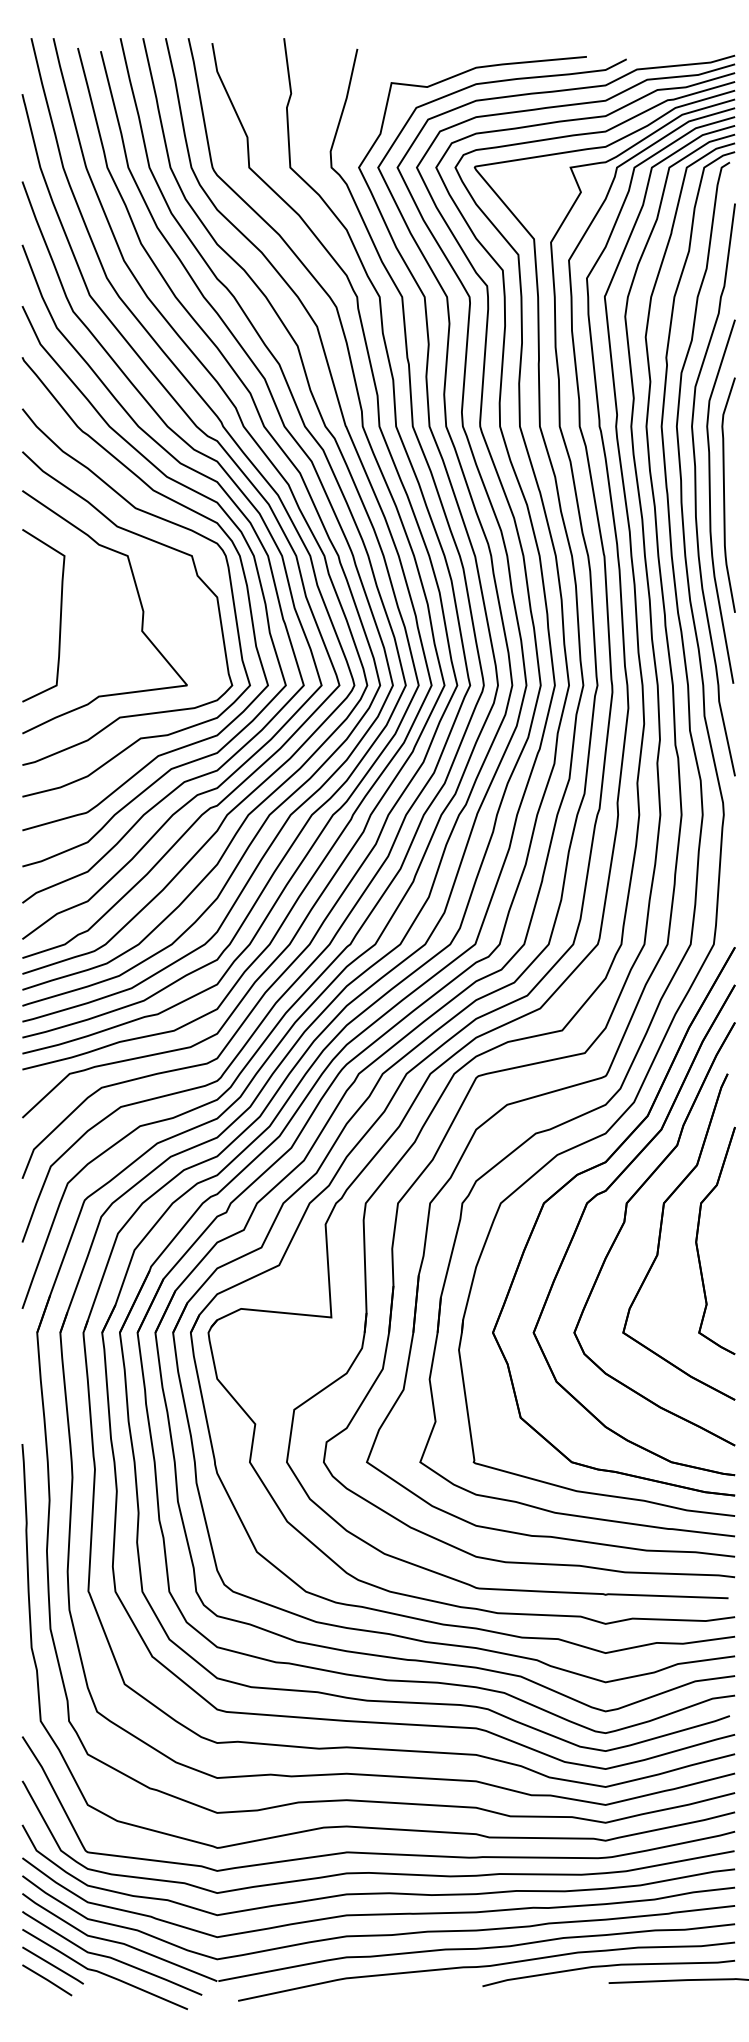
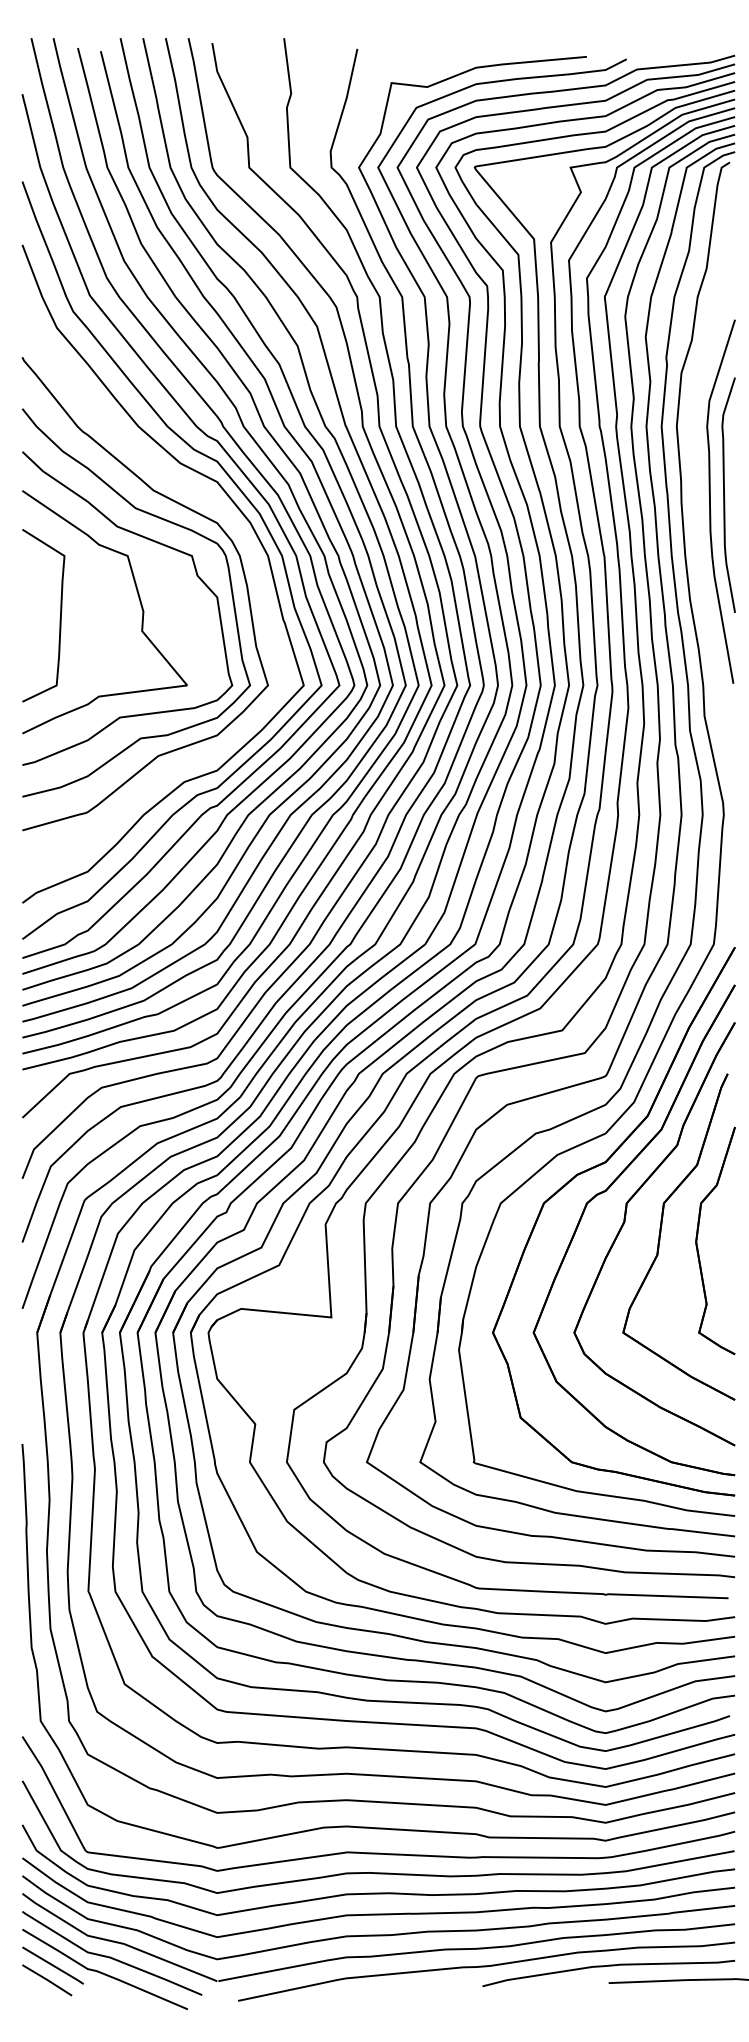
curve at (696, 489): present -> none
curve at (233, 524): present -> none
